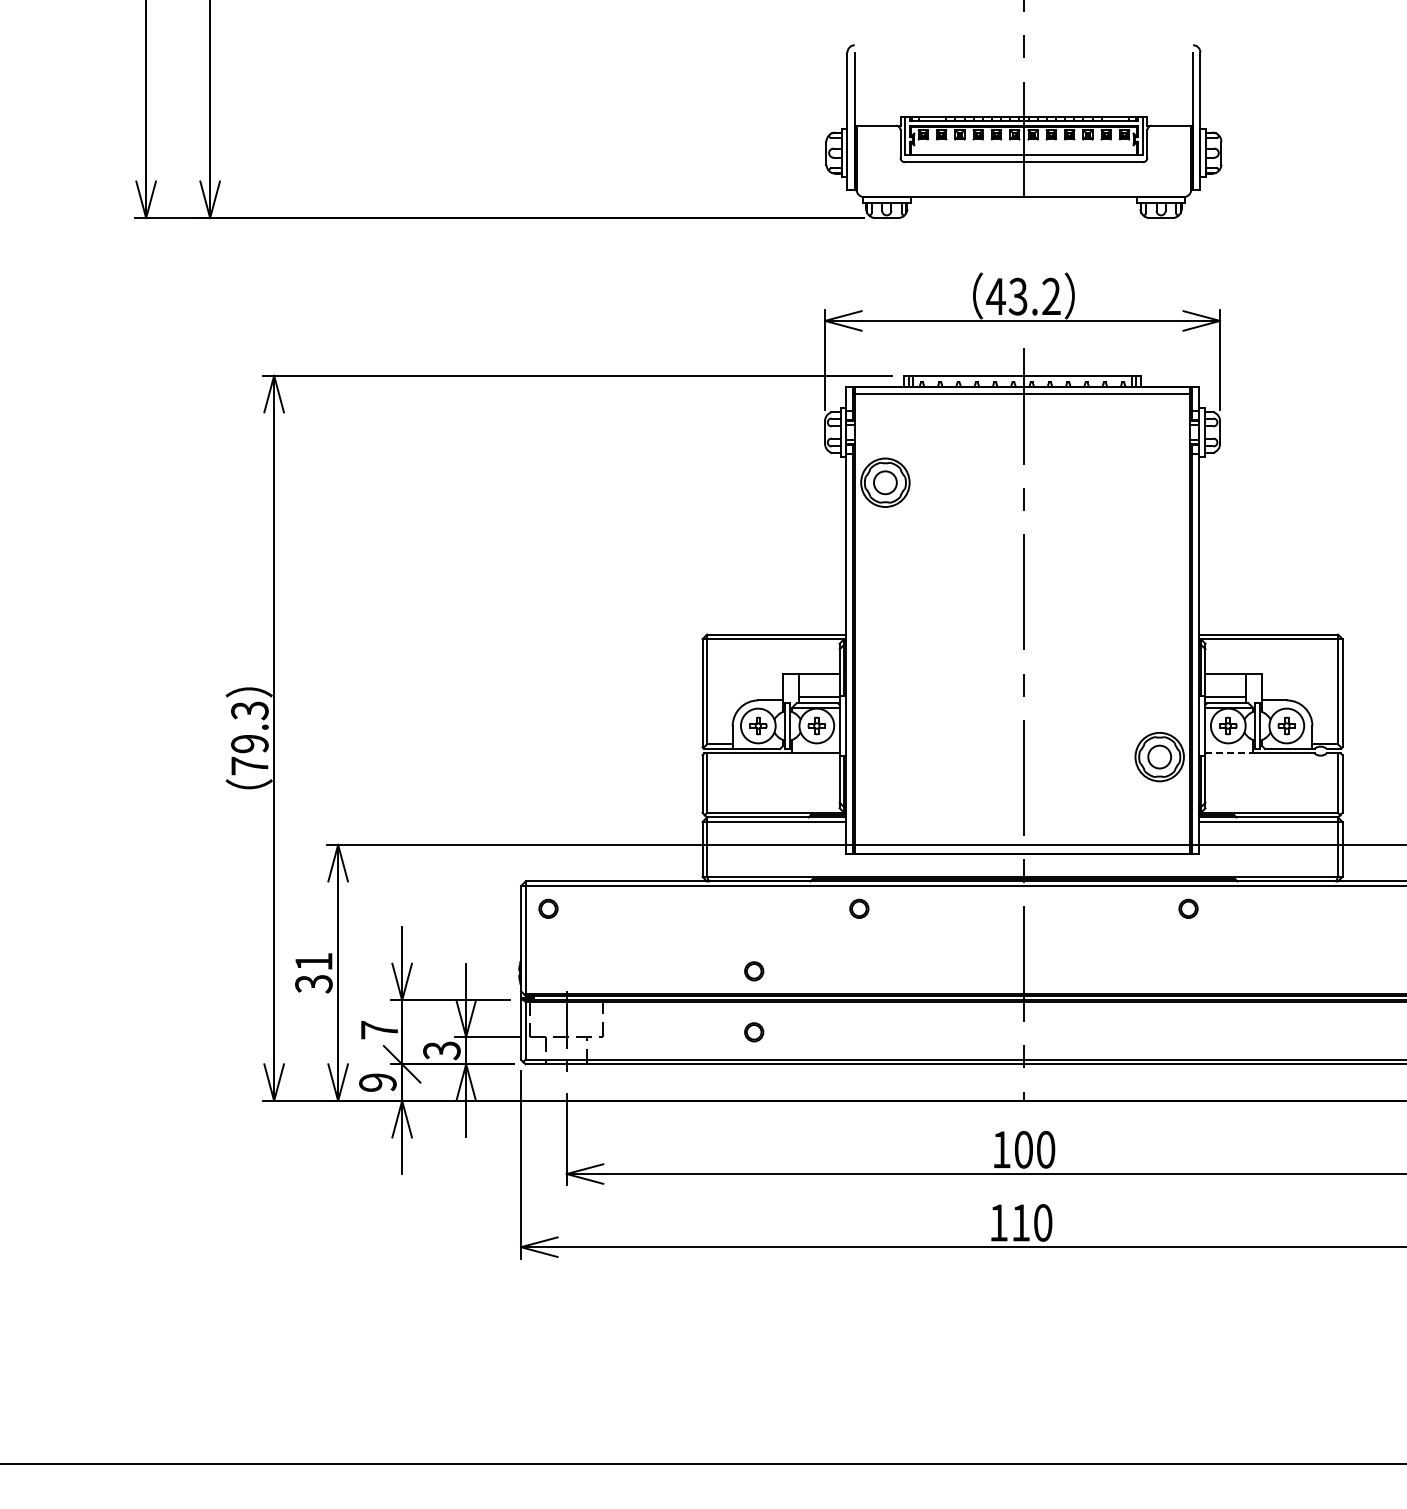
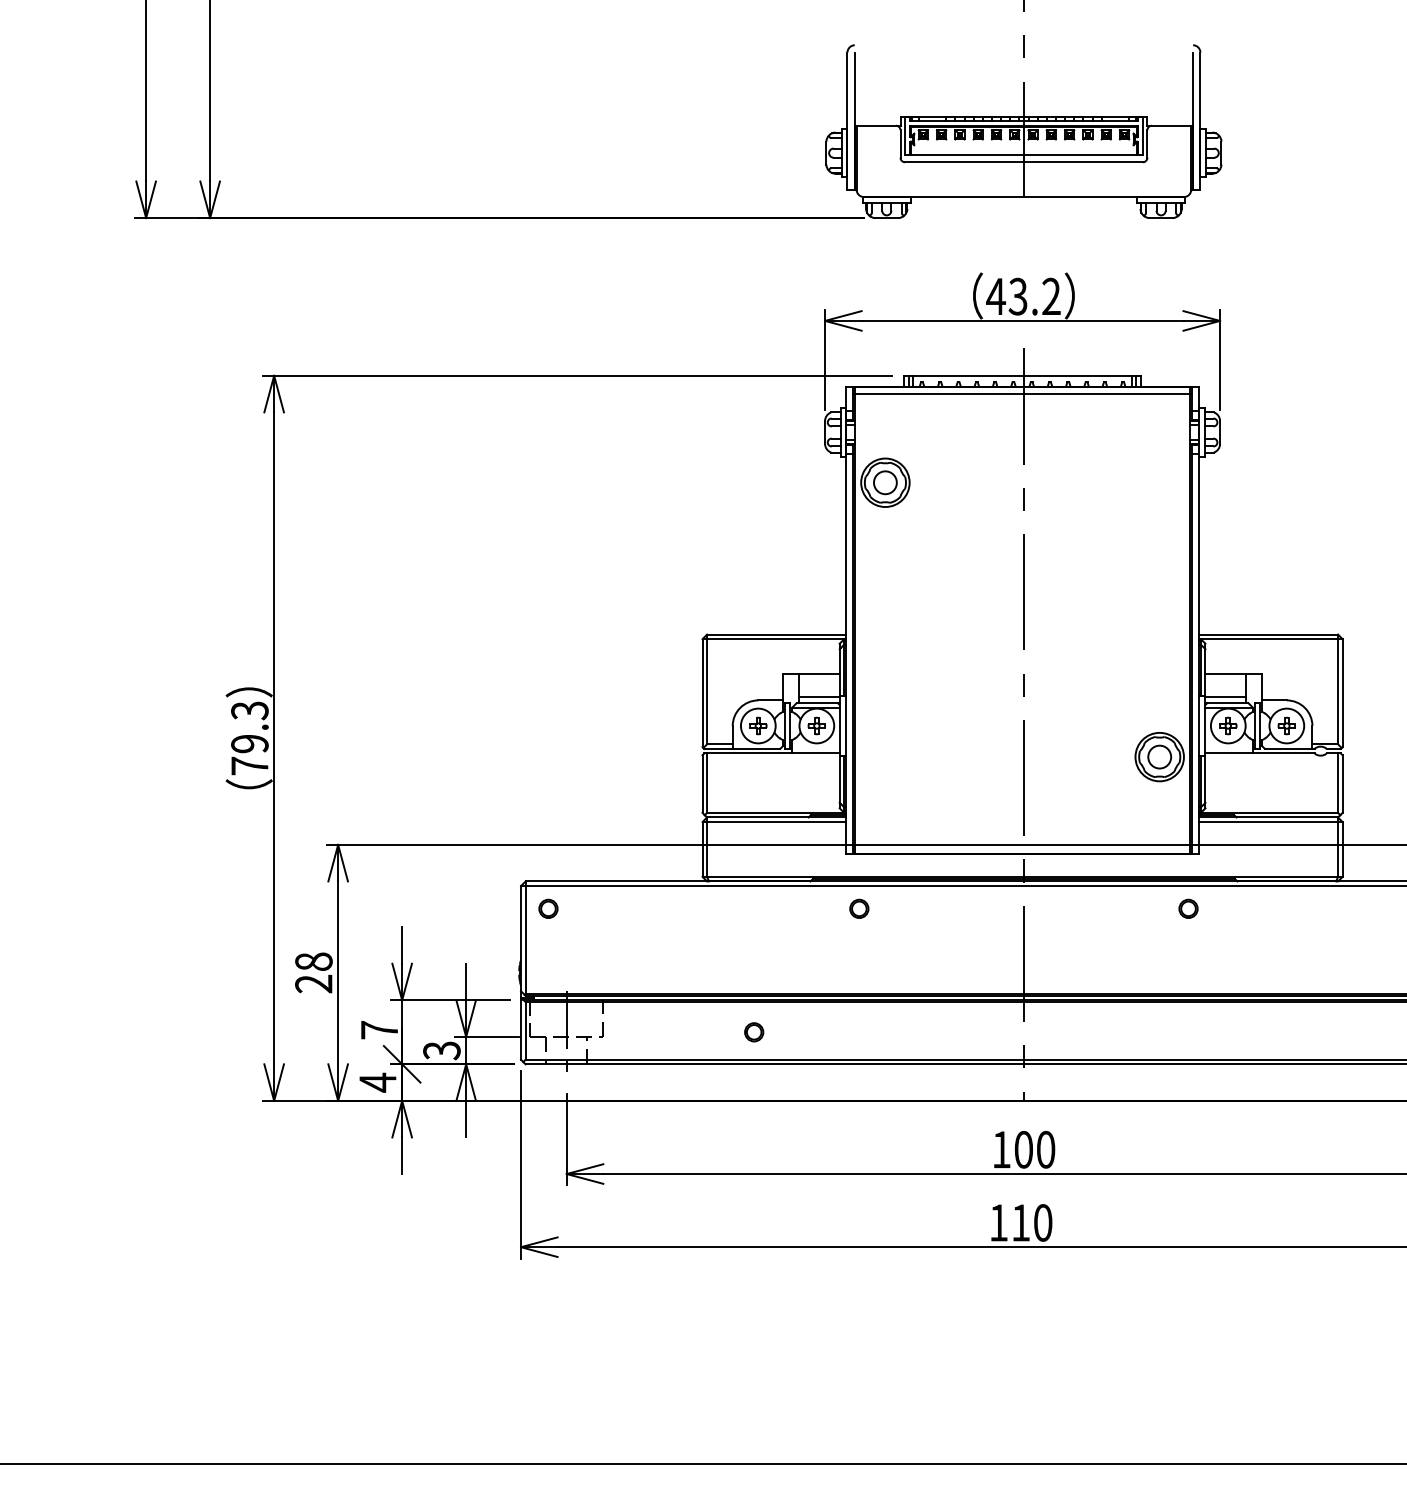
line at (1229, 752): dashed -> solid
part at (754, 971): present -> none
text at (313, 972): 31 -> 28
text at (377, 1082): 9 -> 4
